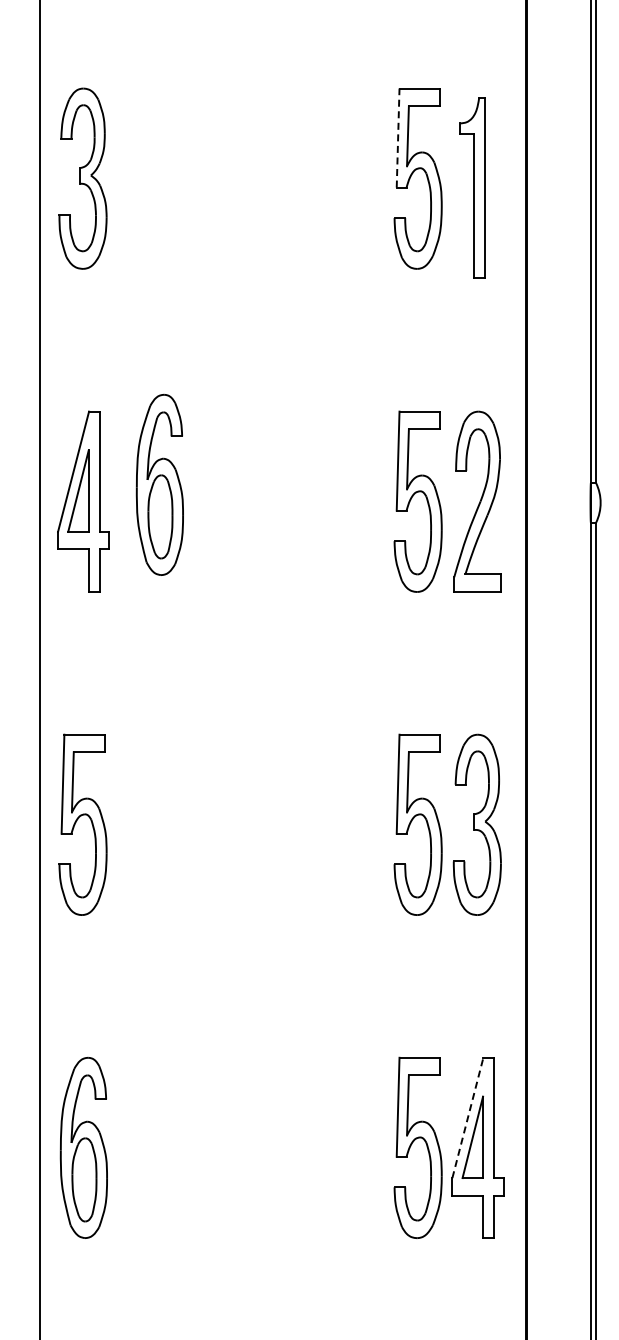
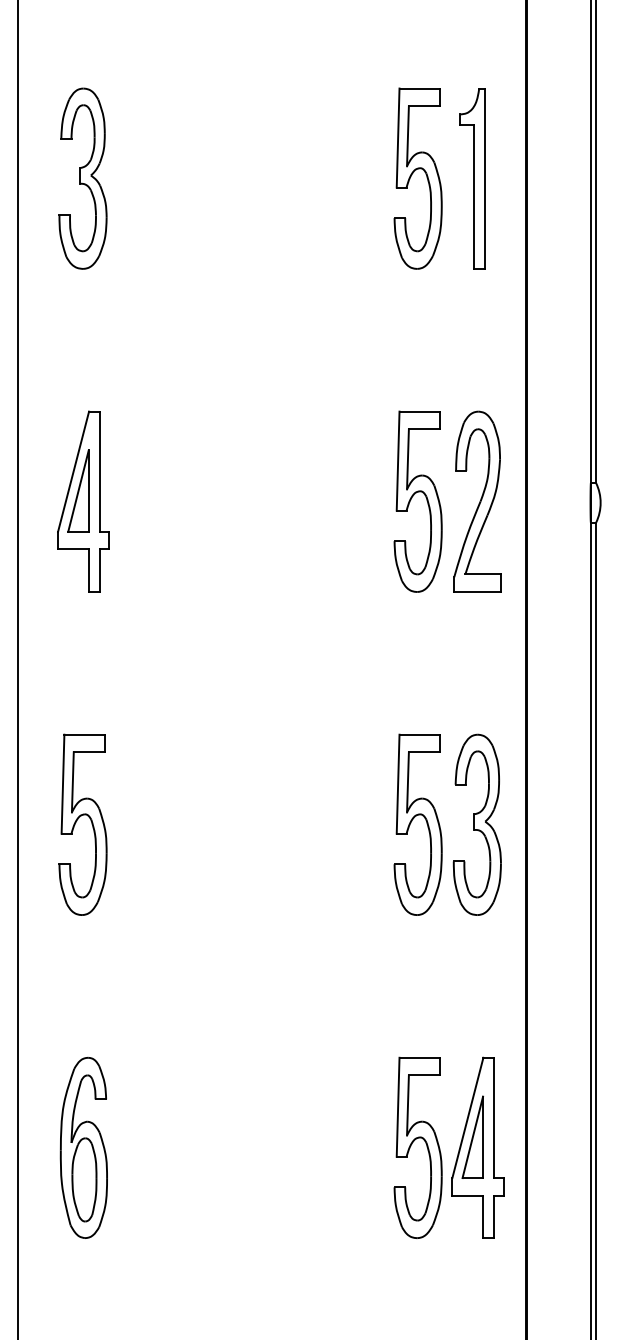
line at (398, 138): dashed -> solid
part at (472, 187) position: (472, 187) -> (472, 178)
part at (159, 484): present -> none
line at (40, 669) position: (40, 669) -> (18, 669)
line at (468, 1117): dashed -> solid
